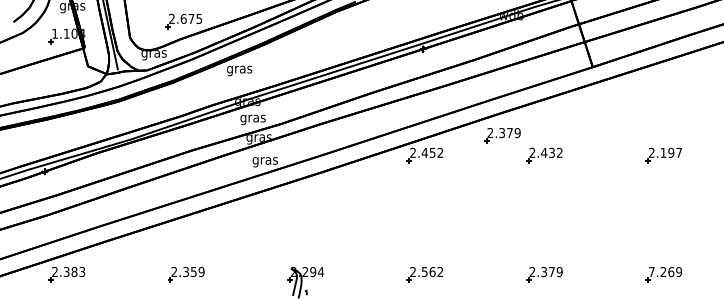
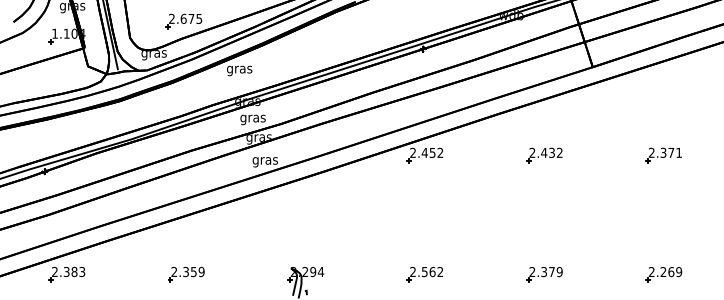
part at (502, 135): present -> none
text at (670, 152): 2.197 -> 2.371
text at (651, 271): 7.269 -> 2.269
